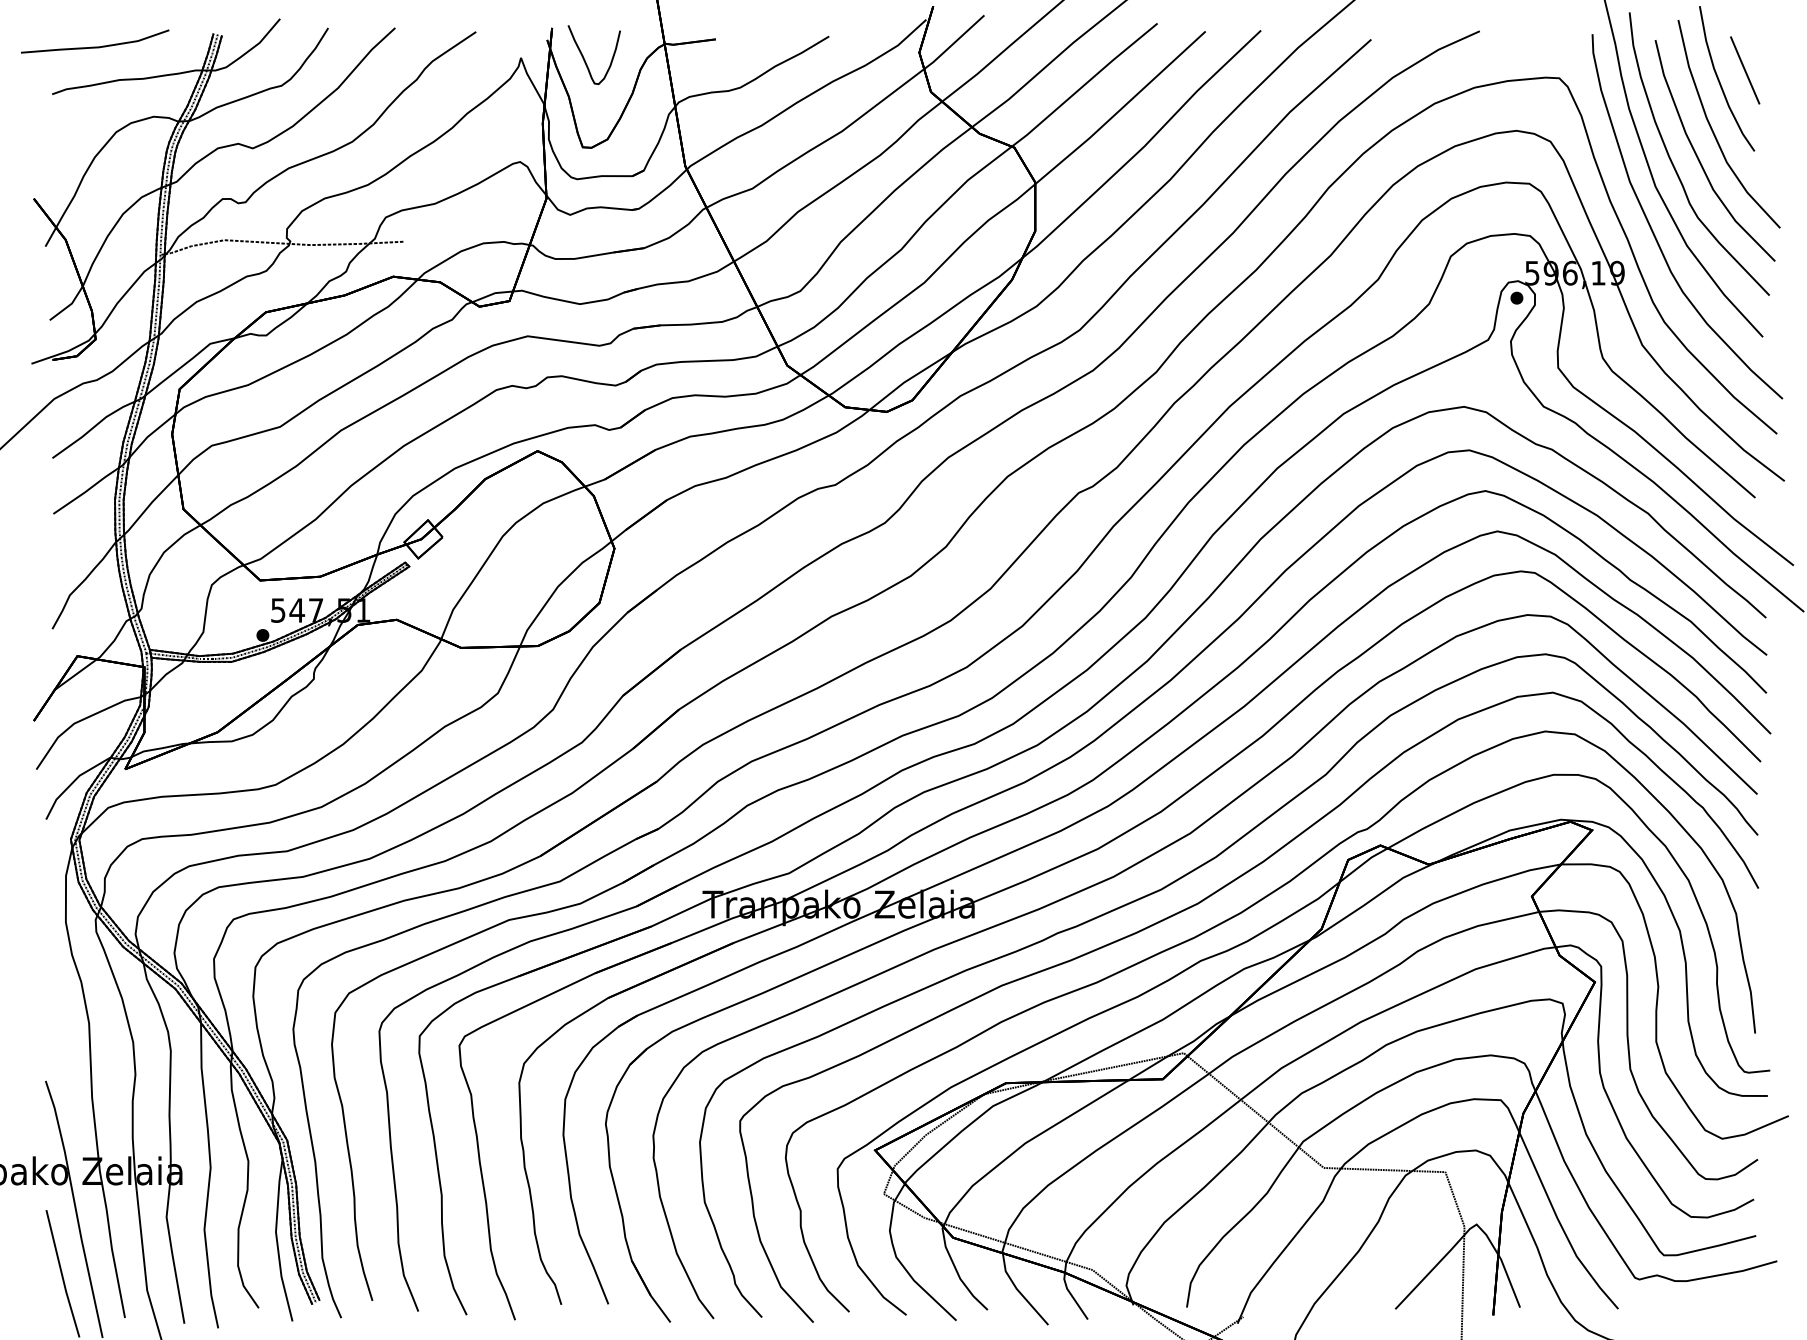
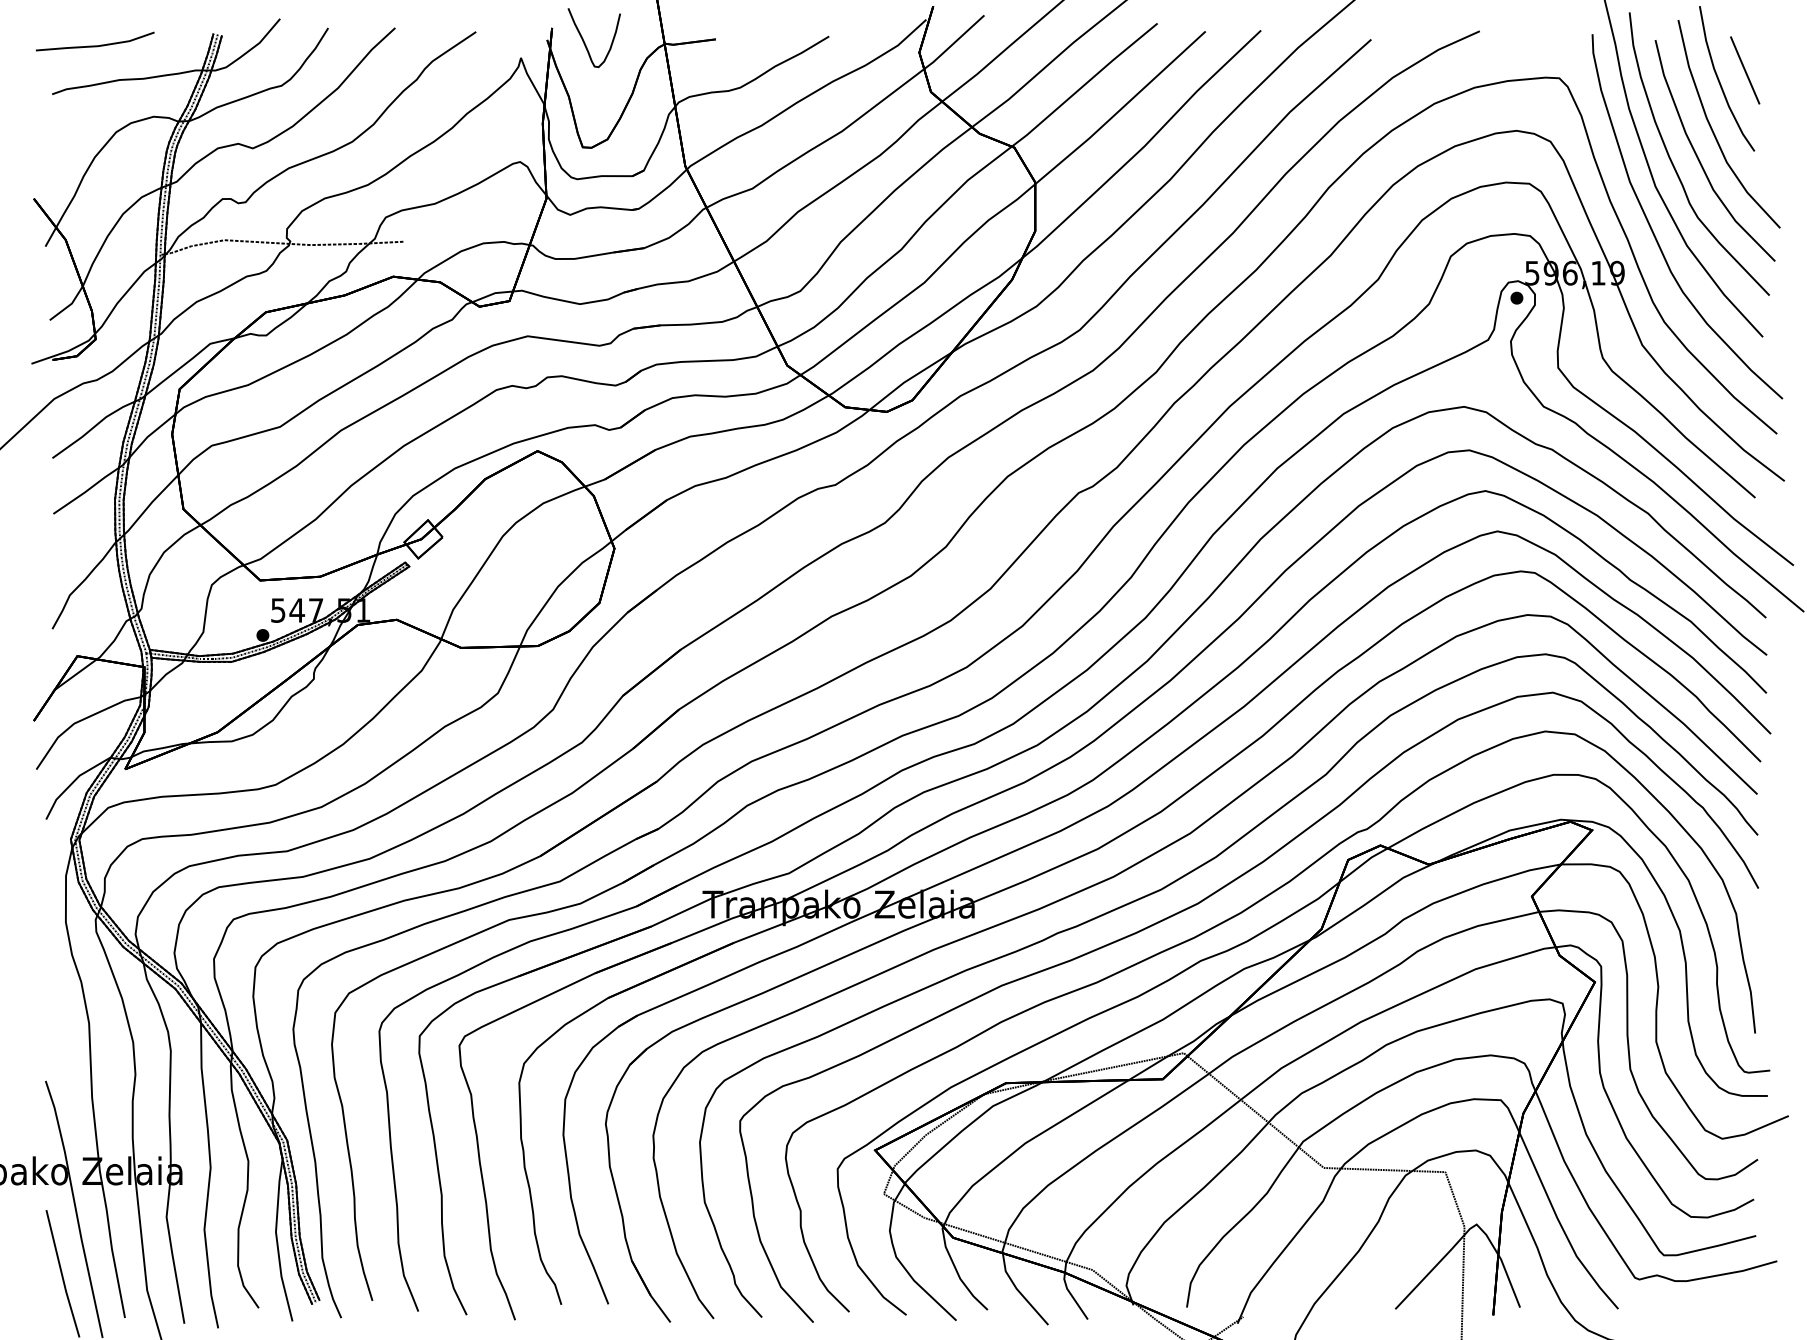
part at (95, 41) size: 149x25 px -> 120x21 px
curve at (585, 59) position: (585, 59) -> (585, 42)
